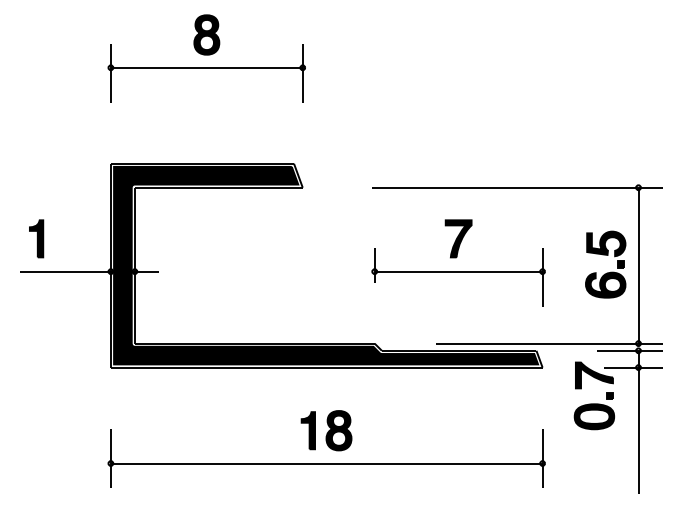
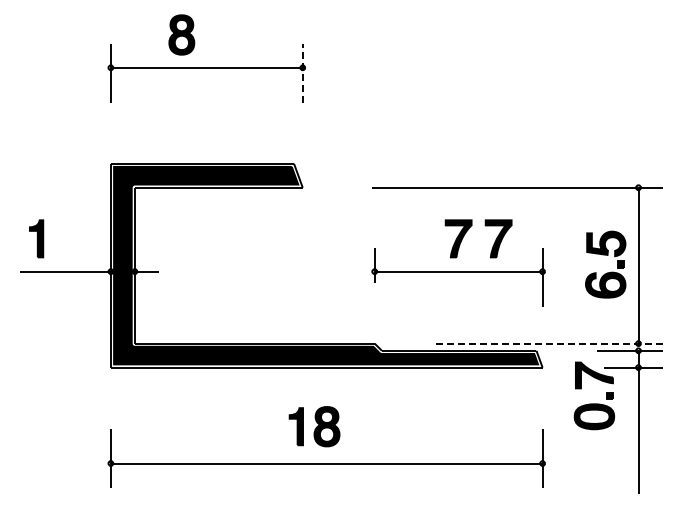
part at (206, 34) position: (206, 34) -> (181, 34)
line at (302, 72): solid -> dashed
part at (498, 238): none -> present
line at (549, 343): solid -> dashed
part at (326, 430) position: (326, 430) -> (314, 426)
